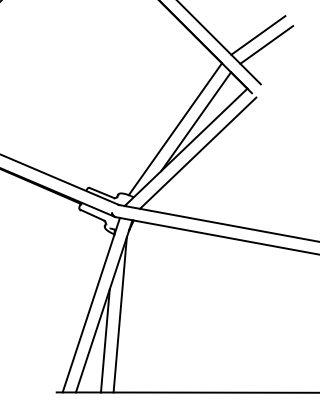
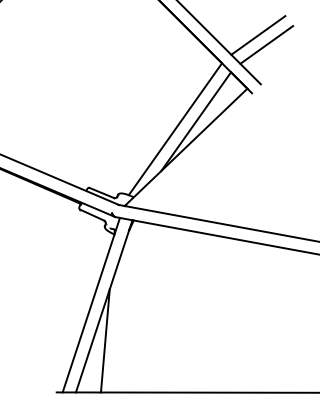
line at (198, 152): present -> none
line at (119, 314): present -> none
